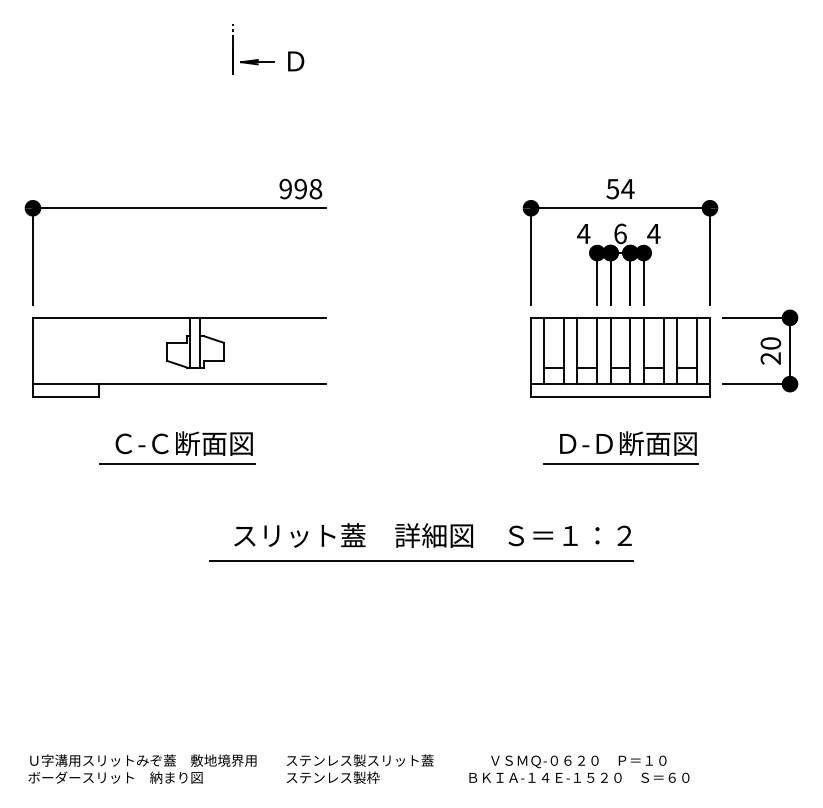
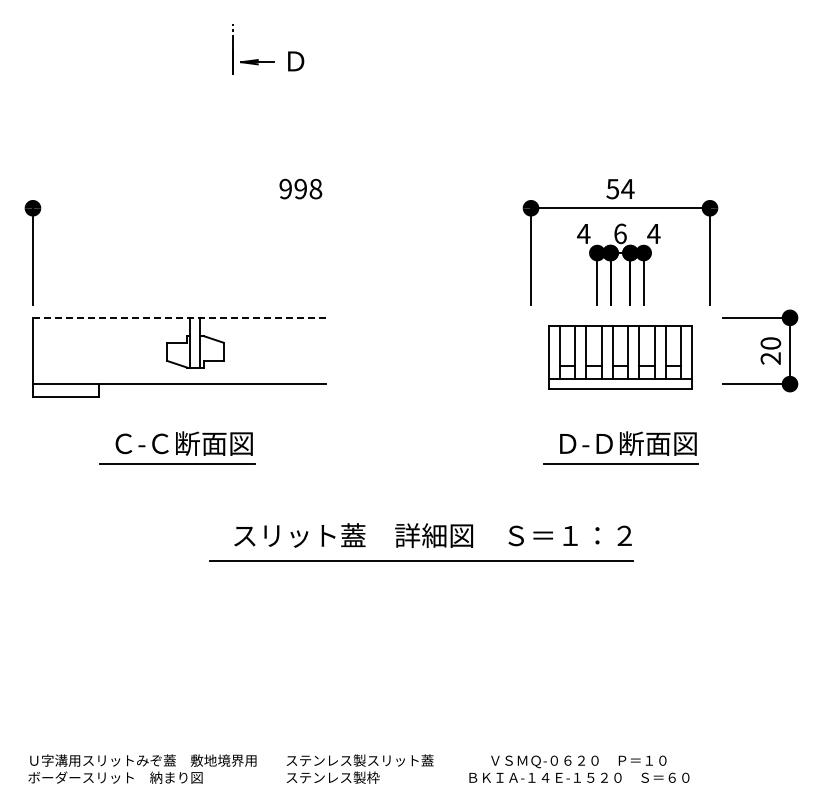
line at (179, 208): present -> none
line at (179, 317): solid -> dashed
part at (620, 357) size: 181x81 px -> 145x65 px
